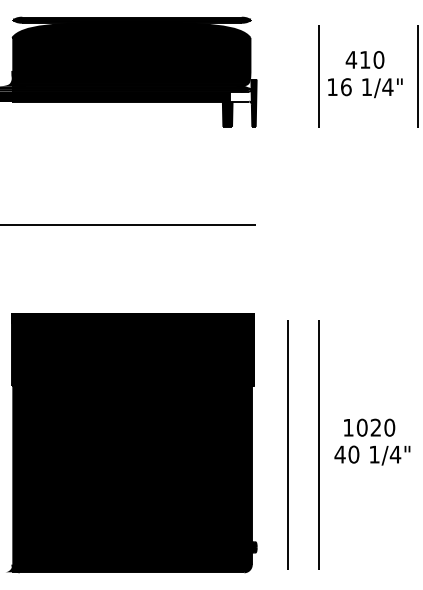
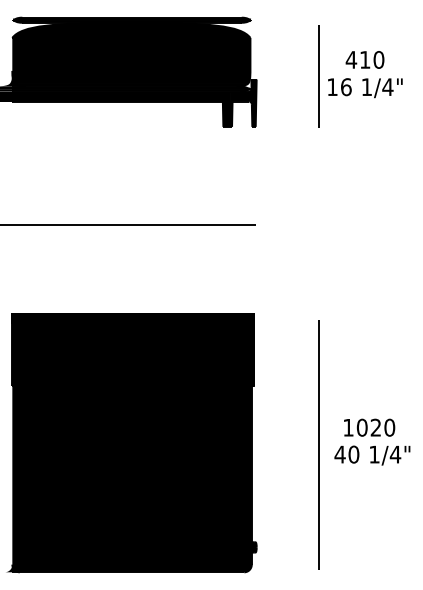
line at (417, 76): present -> none
fill at (240, 96): none -> present
line at (287, 444): present -> none
